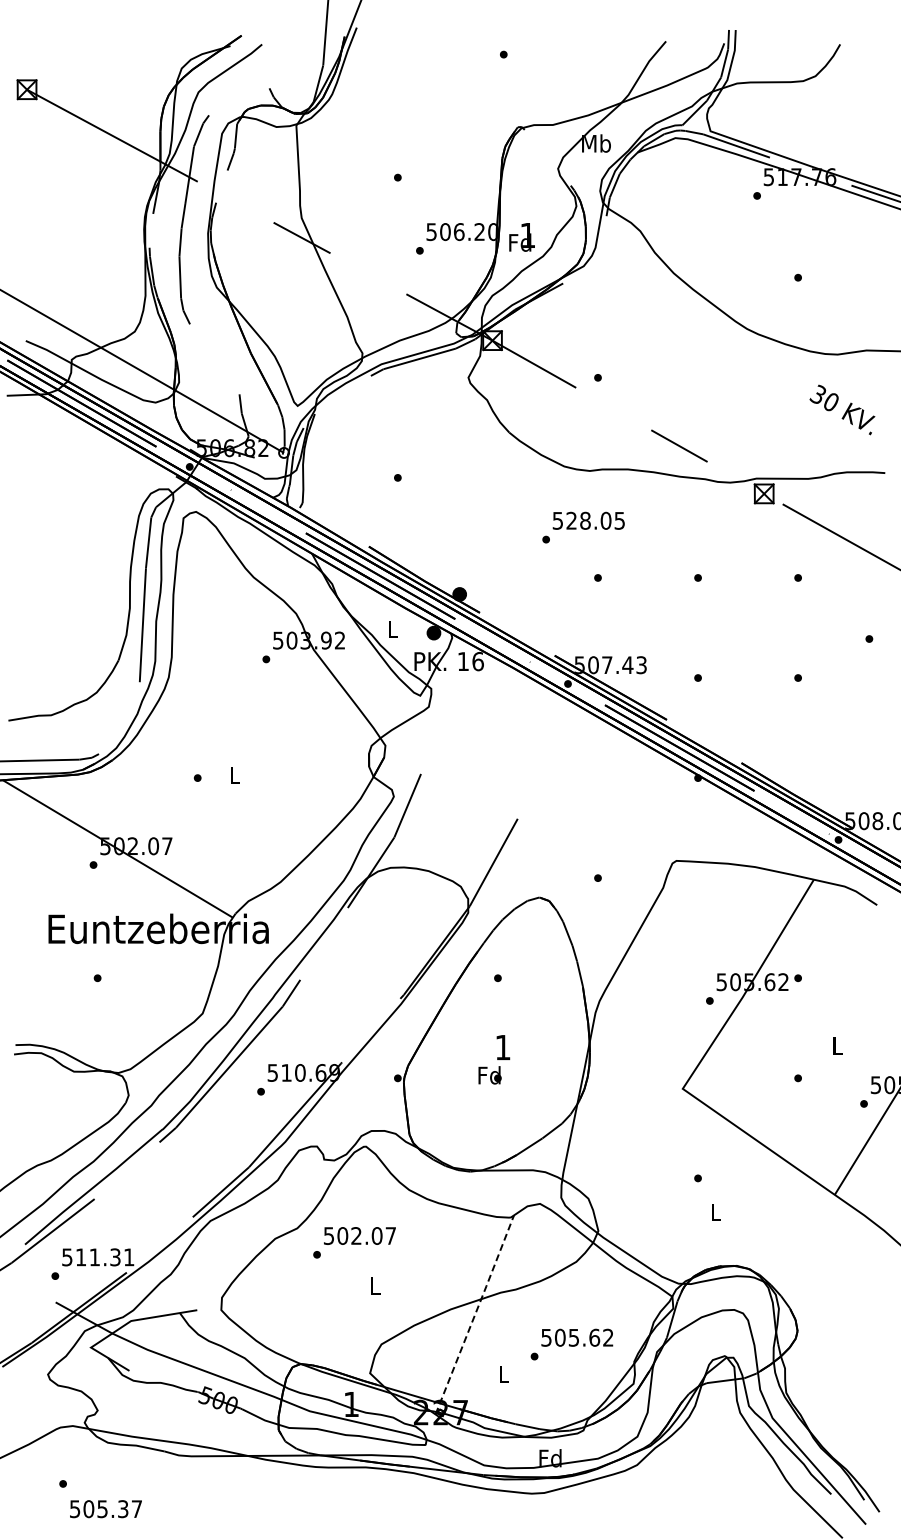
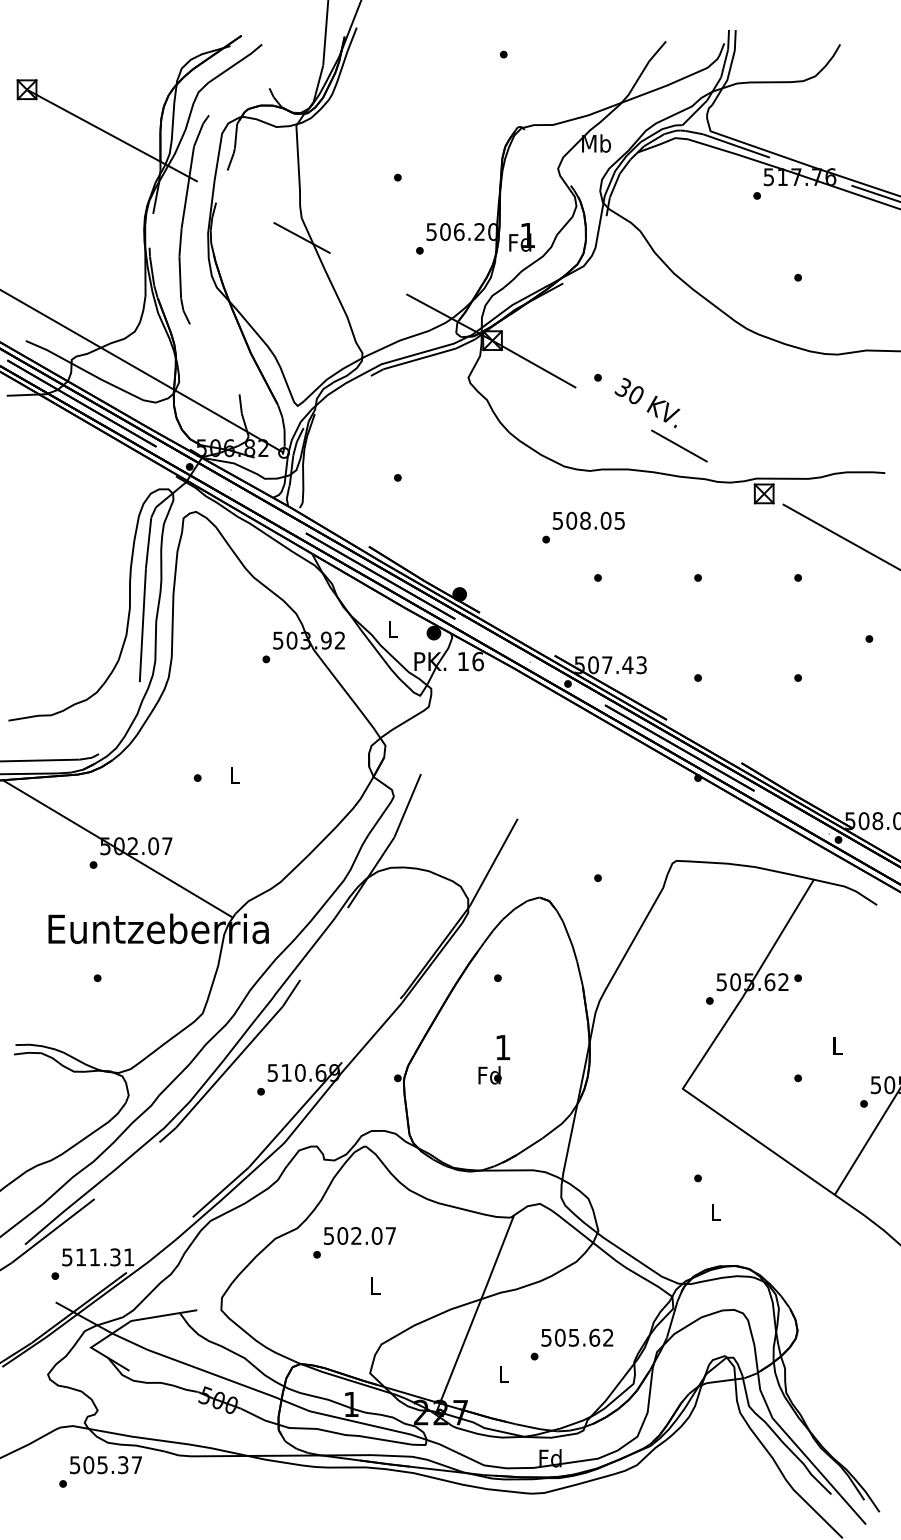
text at (842, 409) position: (842, 409) -> (647, 402)
text at (571, 520): 528.05 -> 508.05
line at (475, 1314): dashed -> solid
text at (105, 1509) position: (105, 1509) -> (105, 1465)
